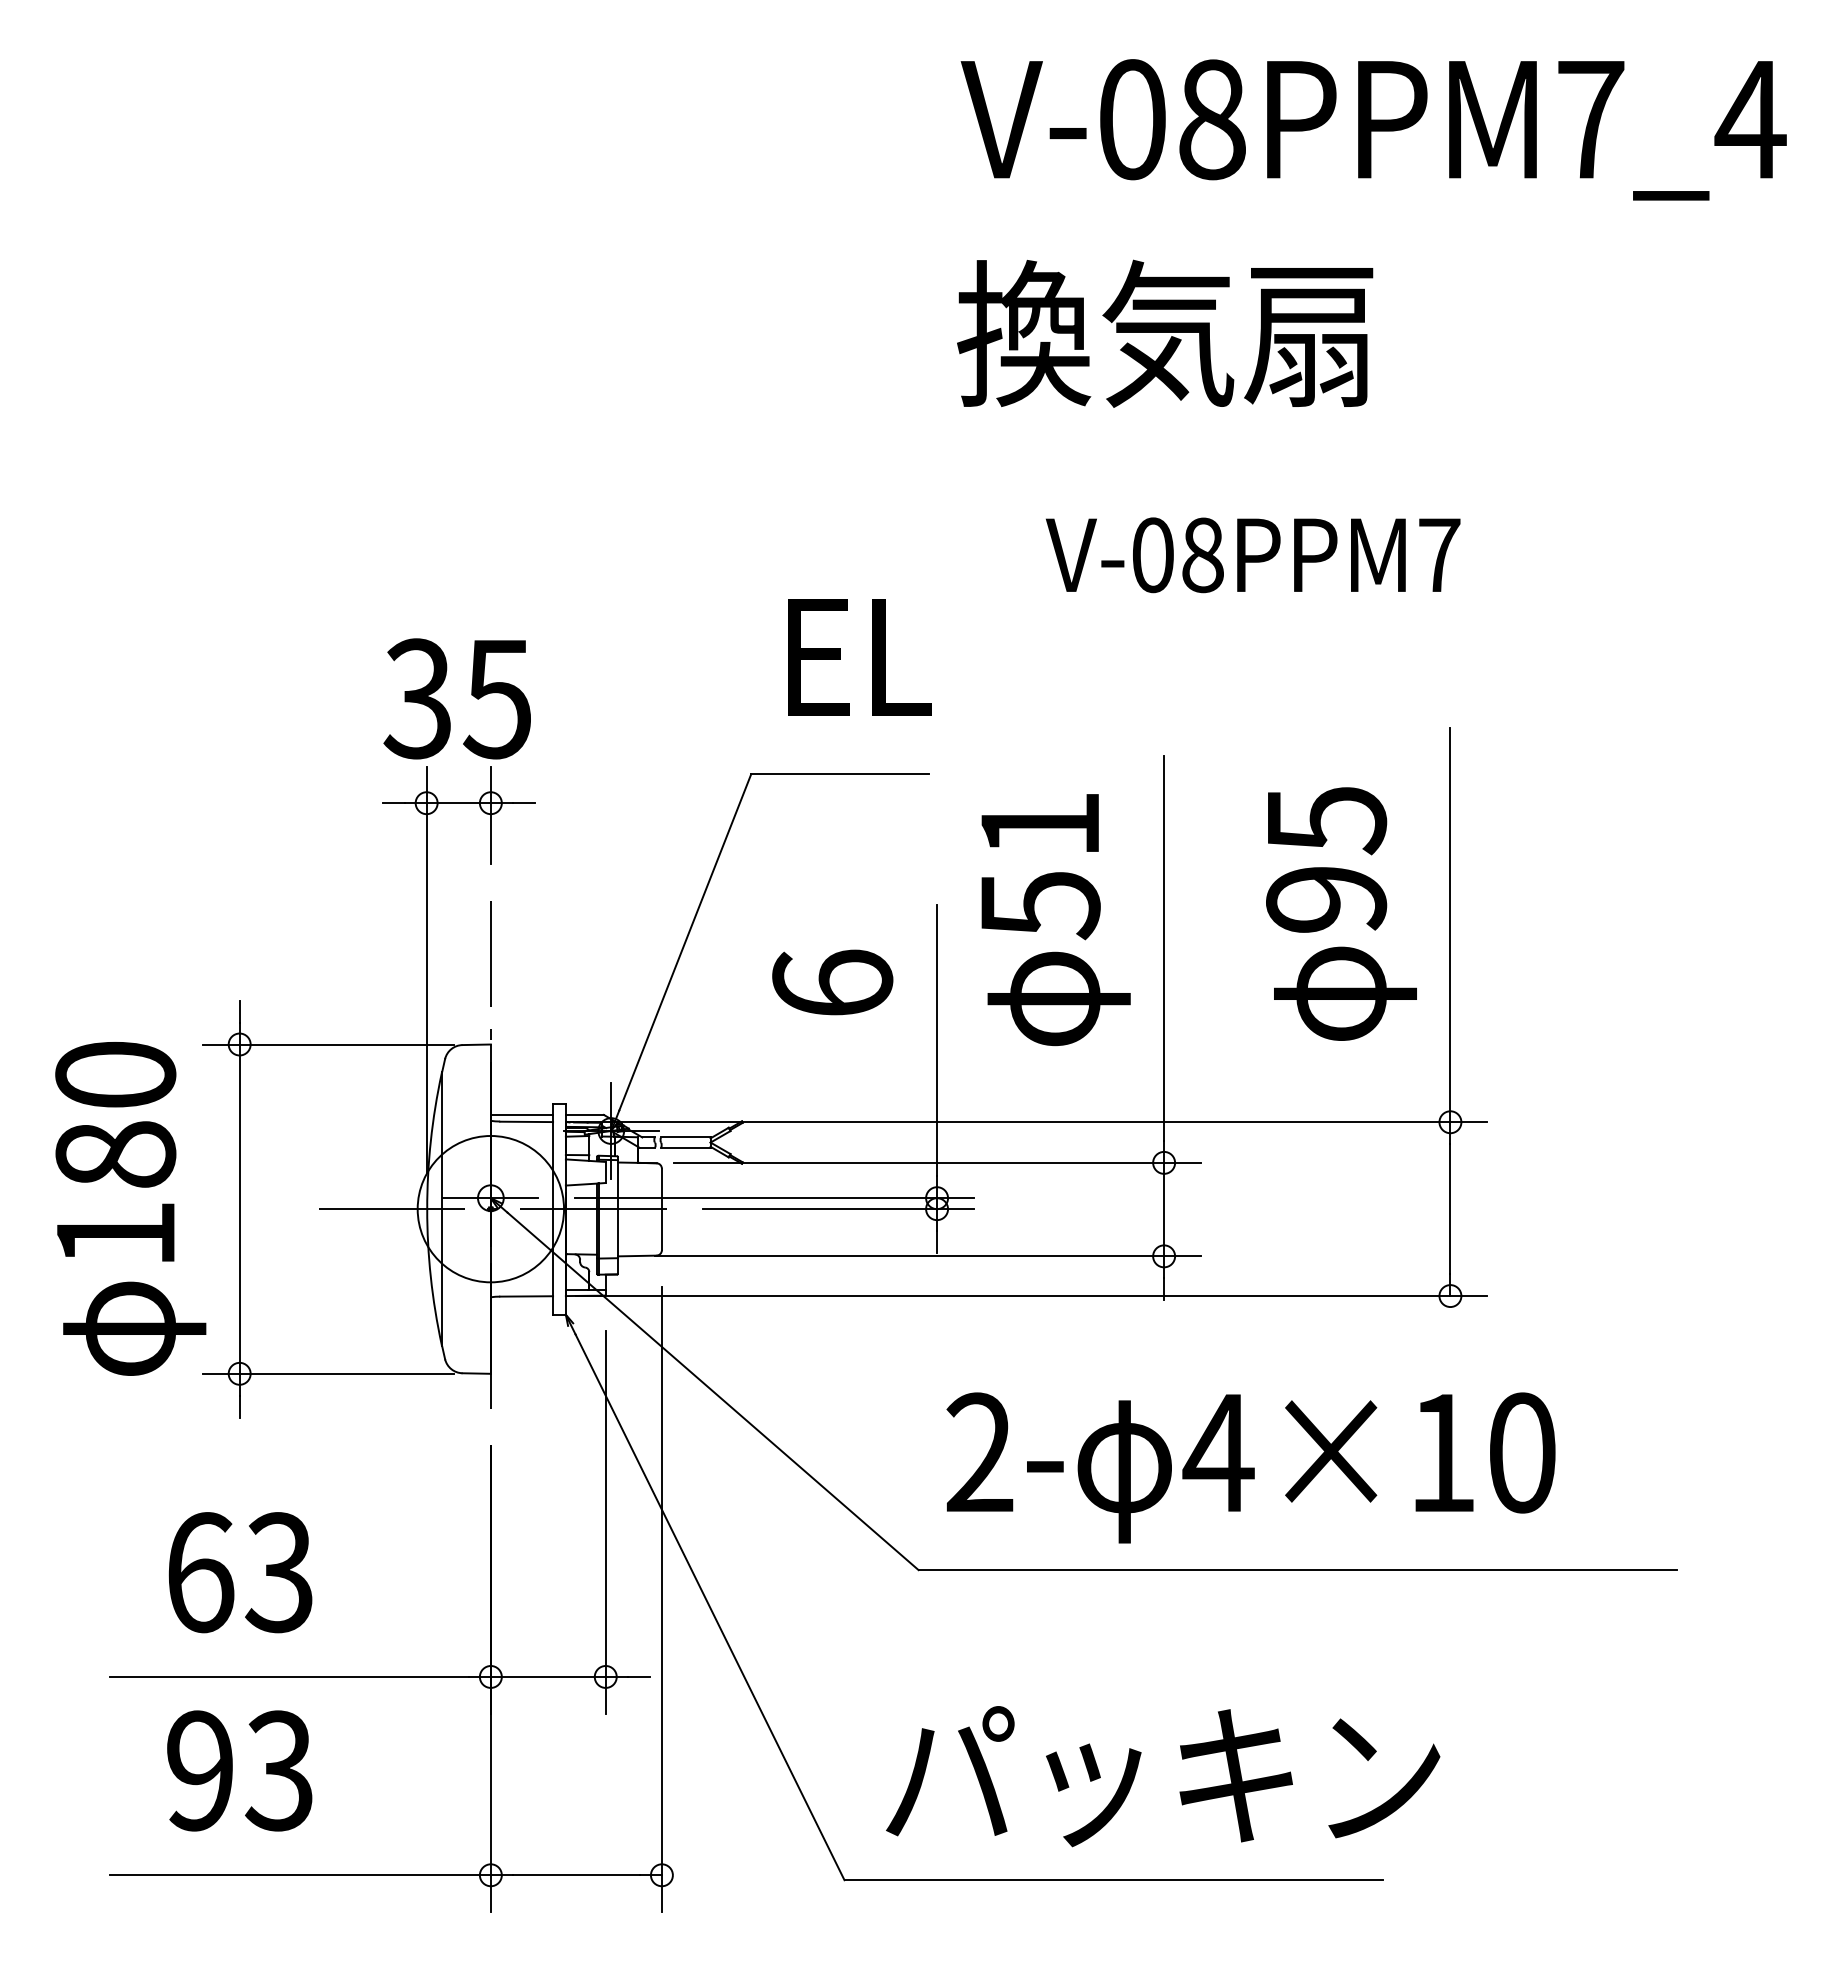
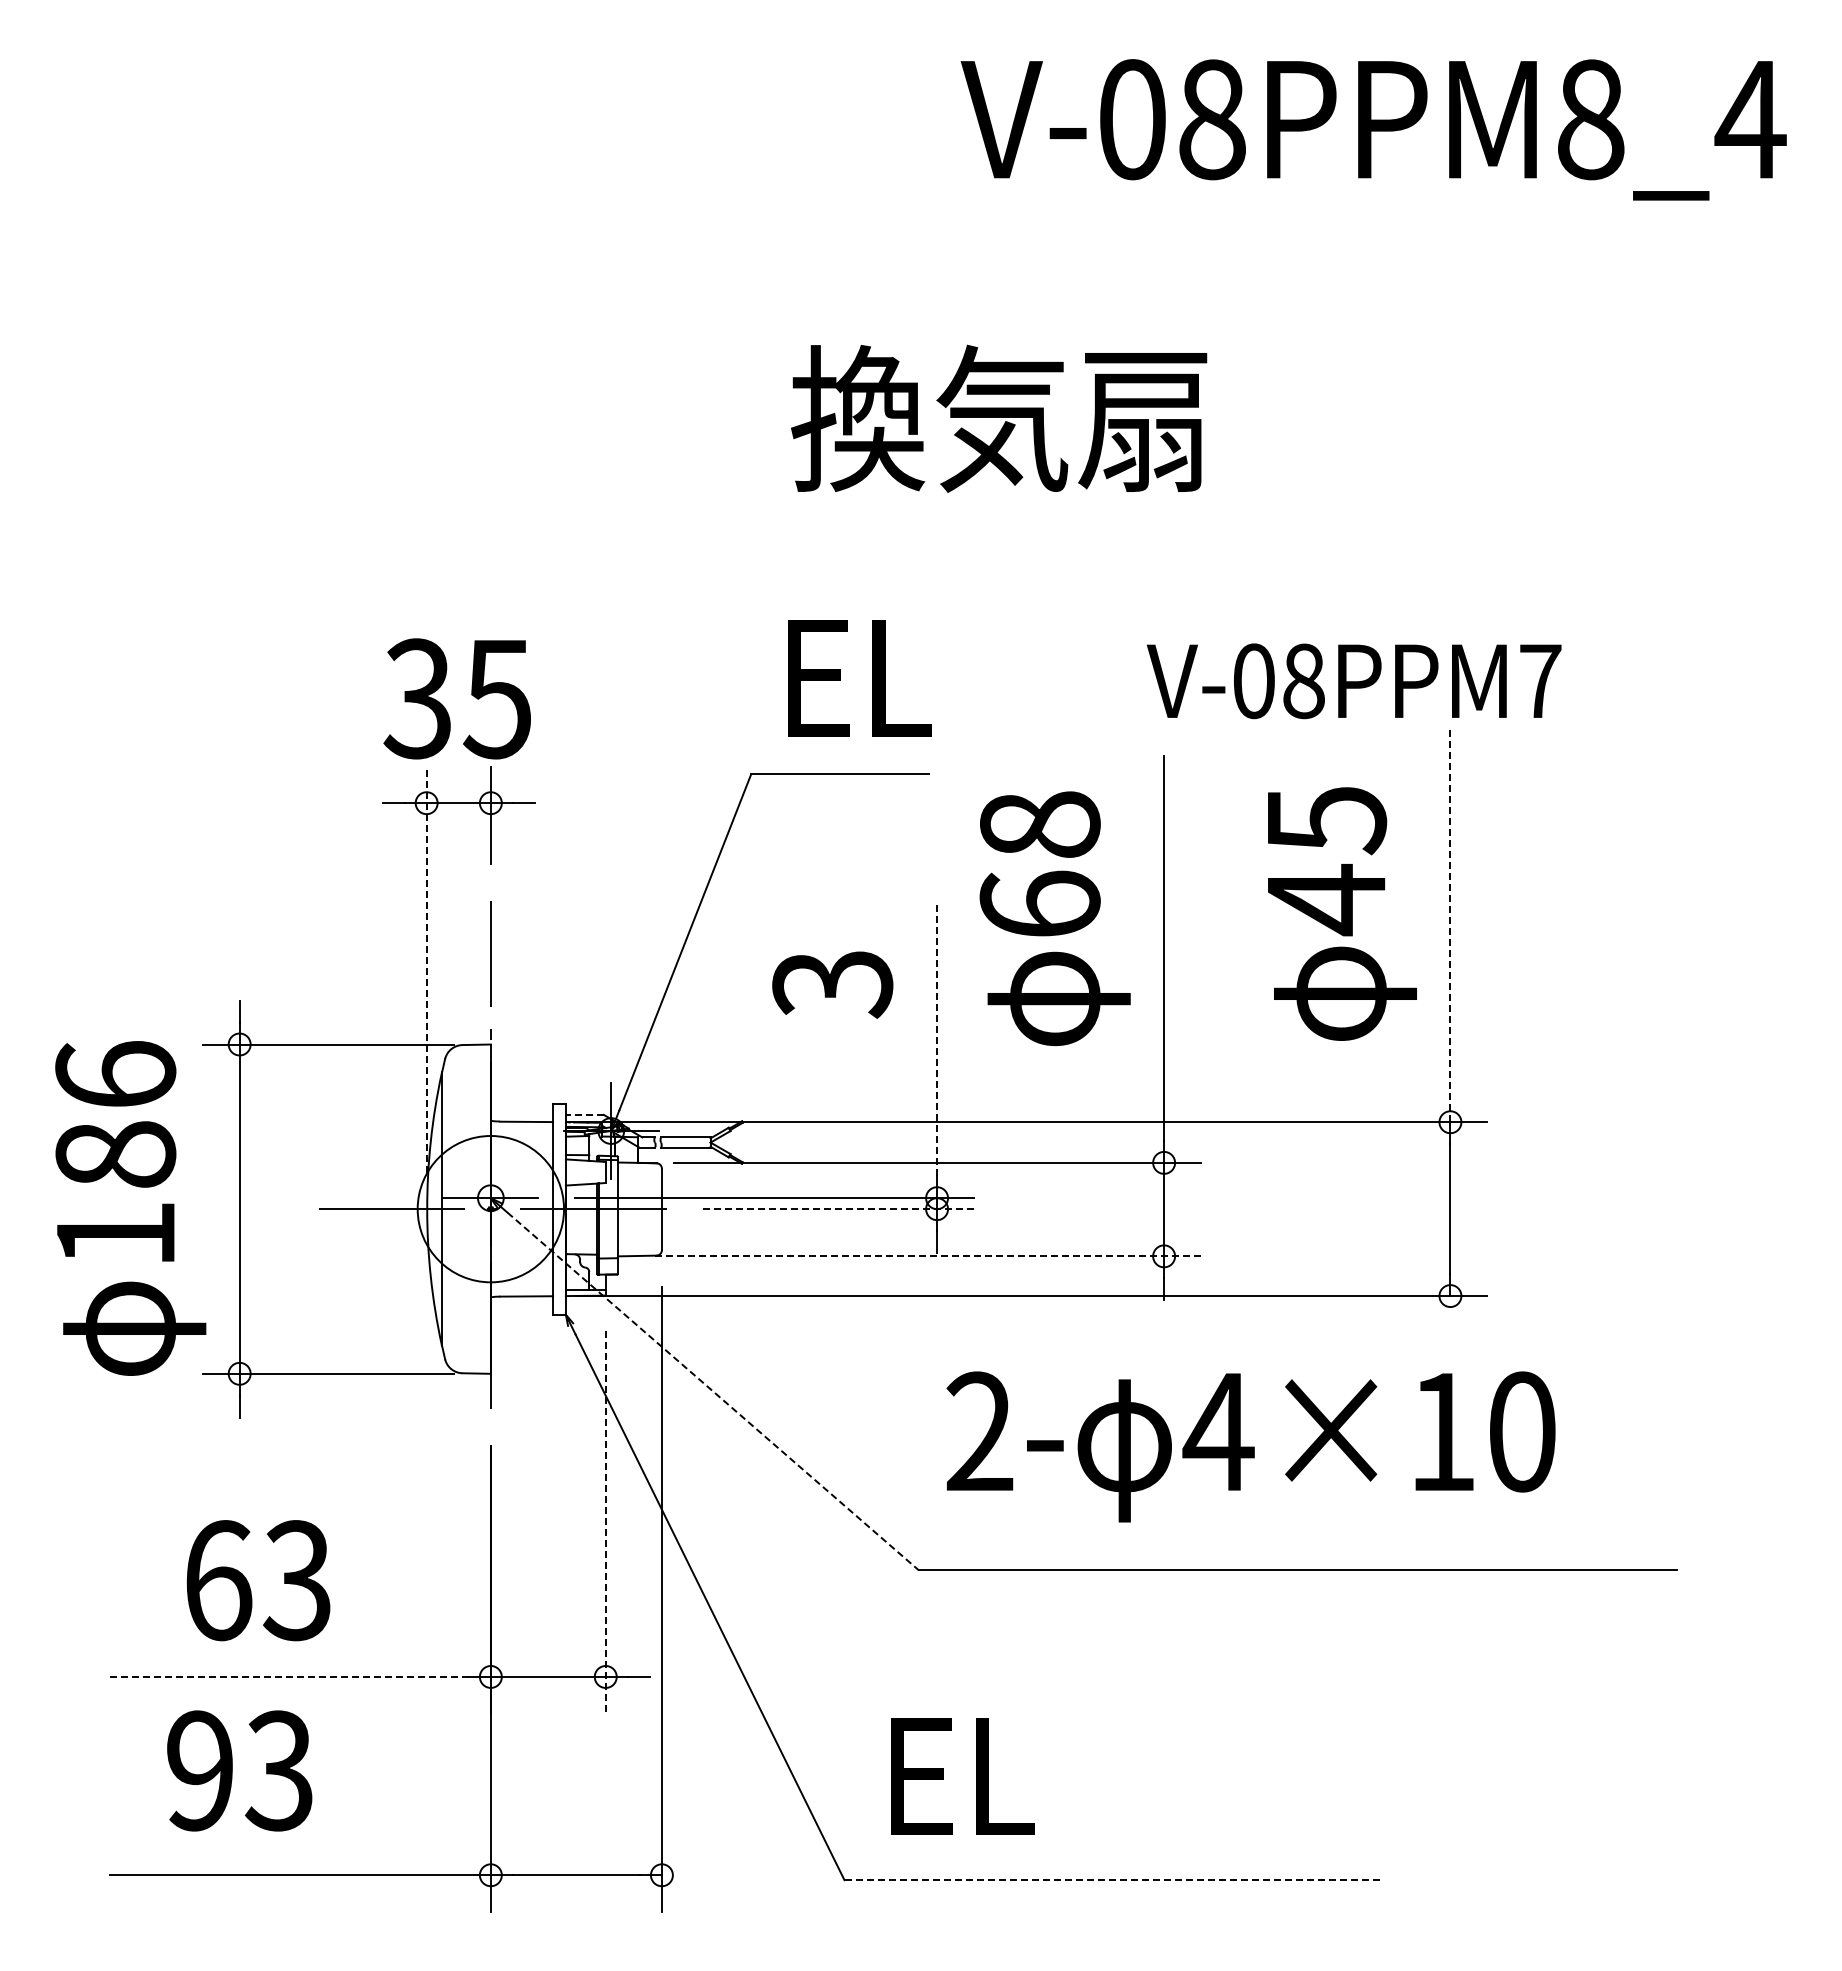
text at (1591, 119): V-08PPM7_4 -> V-08PPM8_4
text at (1165, 333) position: (1165, 333) -> (999, 418)
text at (1253, 555) position: (1253, 555) -> (1354, 681)
text at (859, 657) position: (859, 657) -> (859, 678)
text at (1039, 865): 51 -> 68
text at (1326, 899): 95 -> 45
line at (1450, 924): solid -> dashed
line at (426, 969): solid -> dashed
text at (832, 983): 6 -> 3
line at (937, 1040): solid -> dashed
text at (115, 1074): 180 -> 186
line at (521, 1114): present -> none
line at (584, 1114): solid -> dashed
line at (838, 1209): solid -> dashed
line at (928, 1256): solid -> dashed
line at (713, 1391): solid -> dashed
text at (1250, 1467) position: (1250, 1467) -> (1250, 1446)
line at (605, 1522): solid -> dashed
text at (240, 1572) position: (240, 1572) -> (258, 1580)
line at (289, 1676): solid -> dashed
text at (1163, 1776): パッキン -> EL
line at (1114, 1880): solid -> dashed
